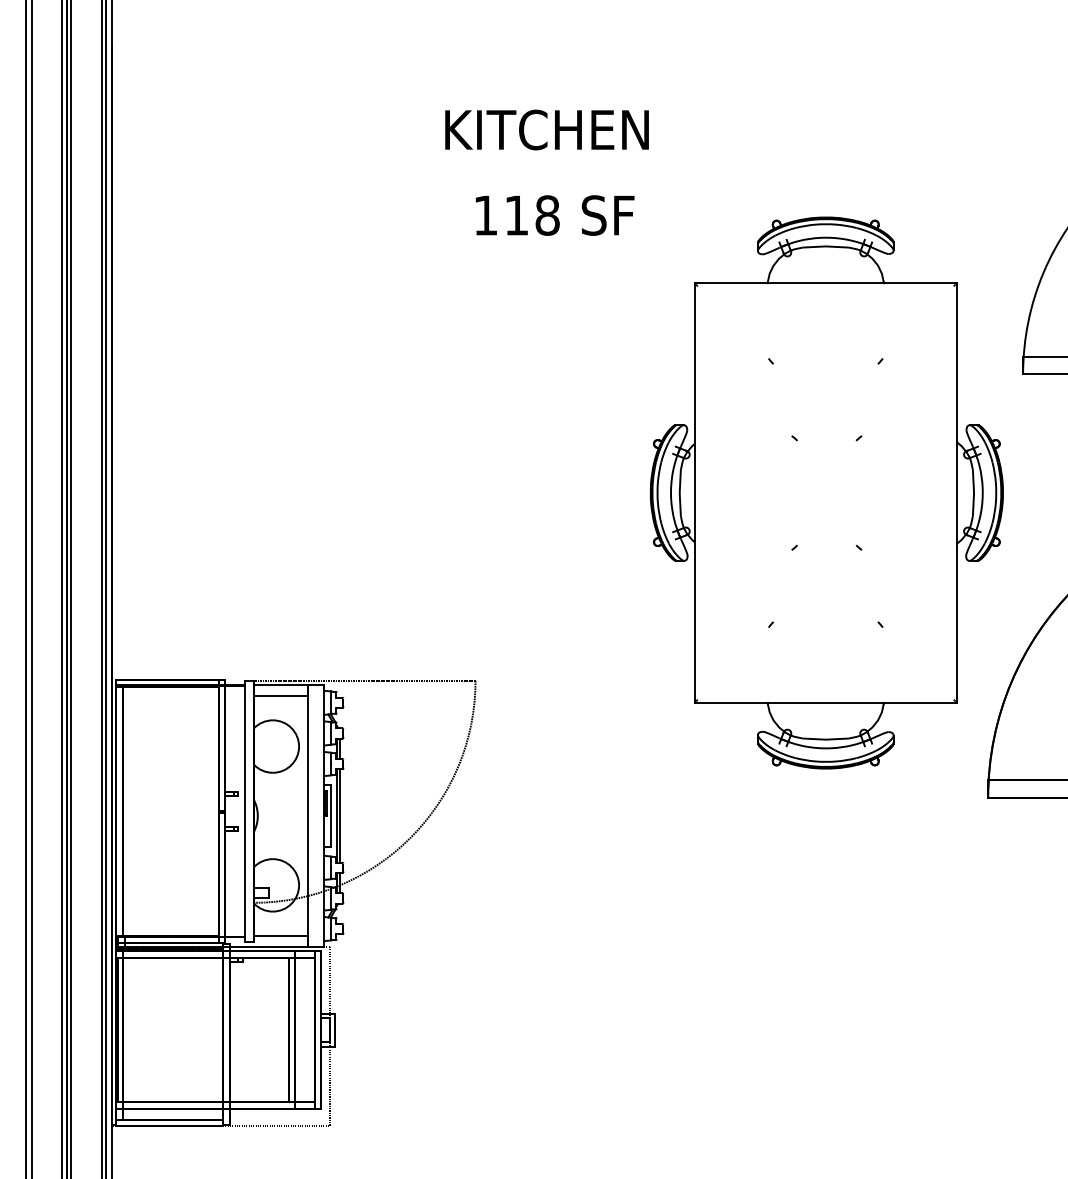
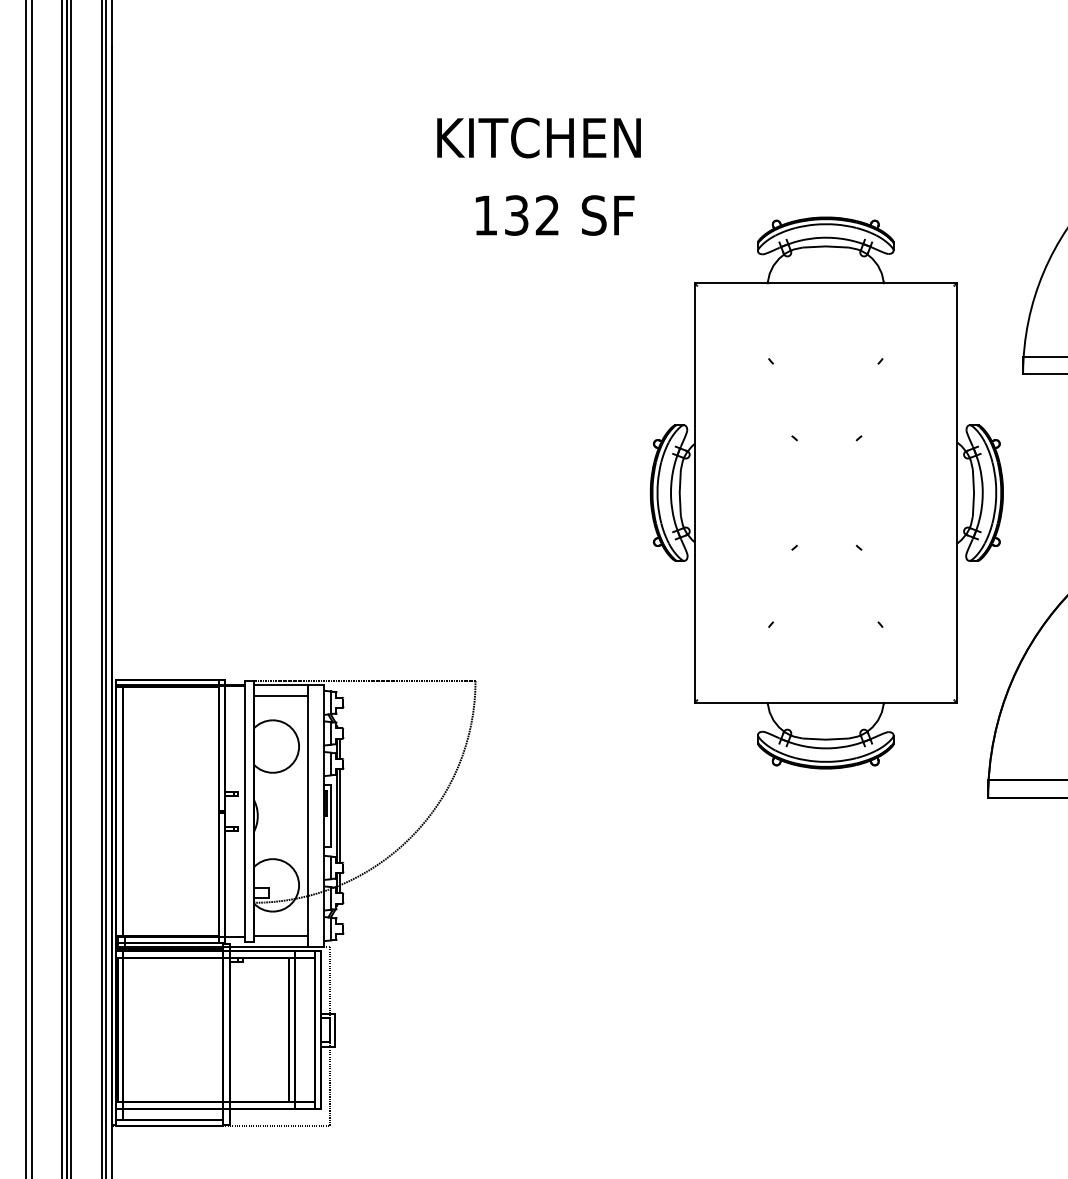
text at (546, 129) position: (546, 129) -> (538, 137)
text at (532, 215): 118 -> 132
